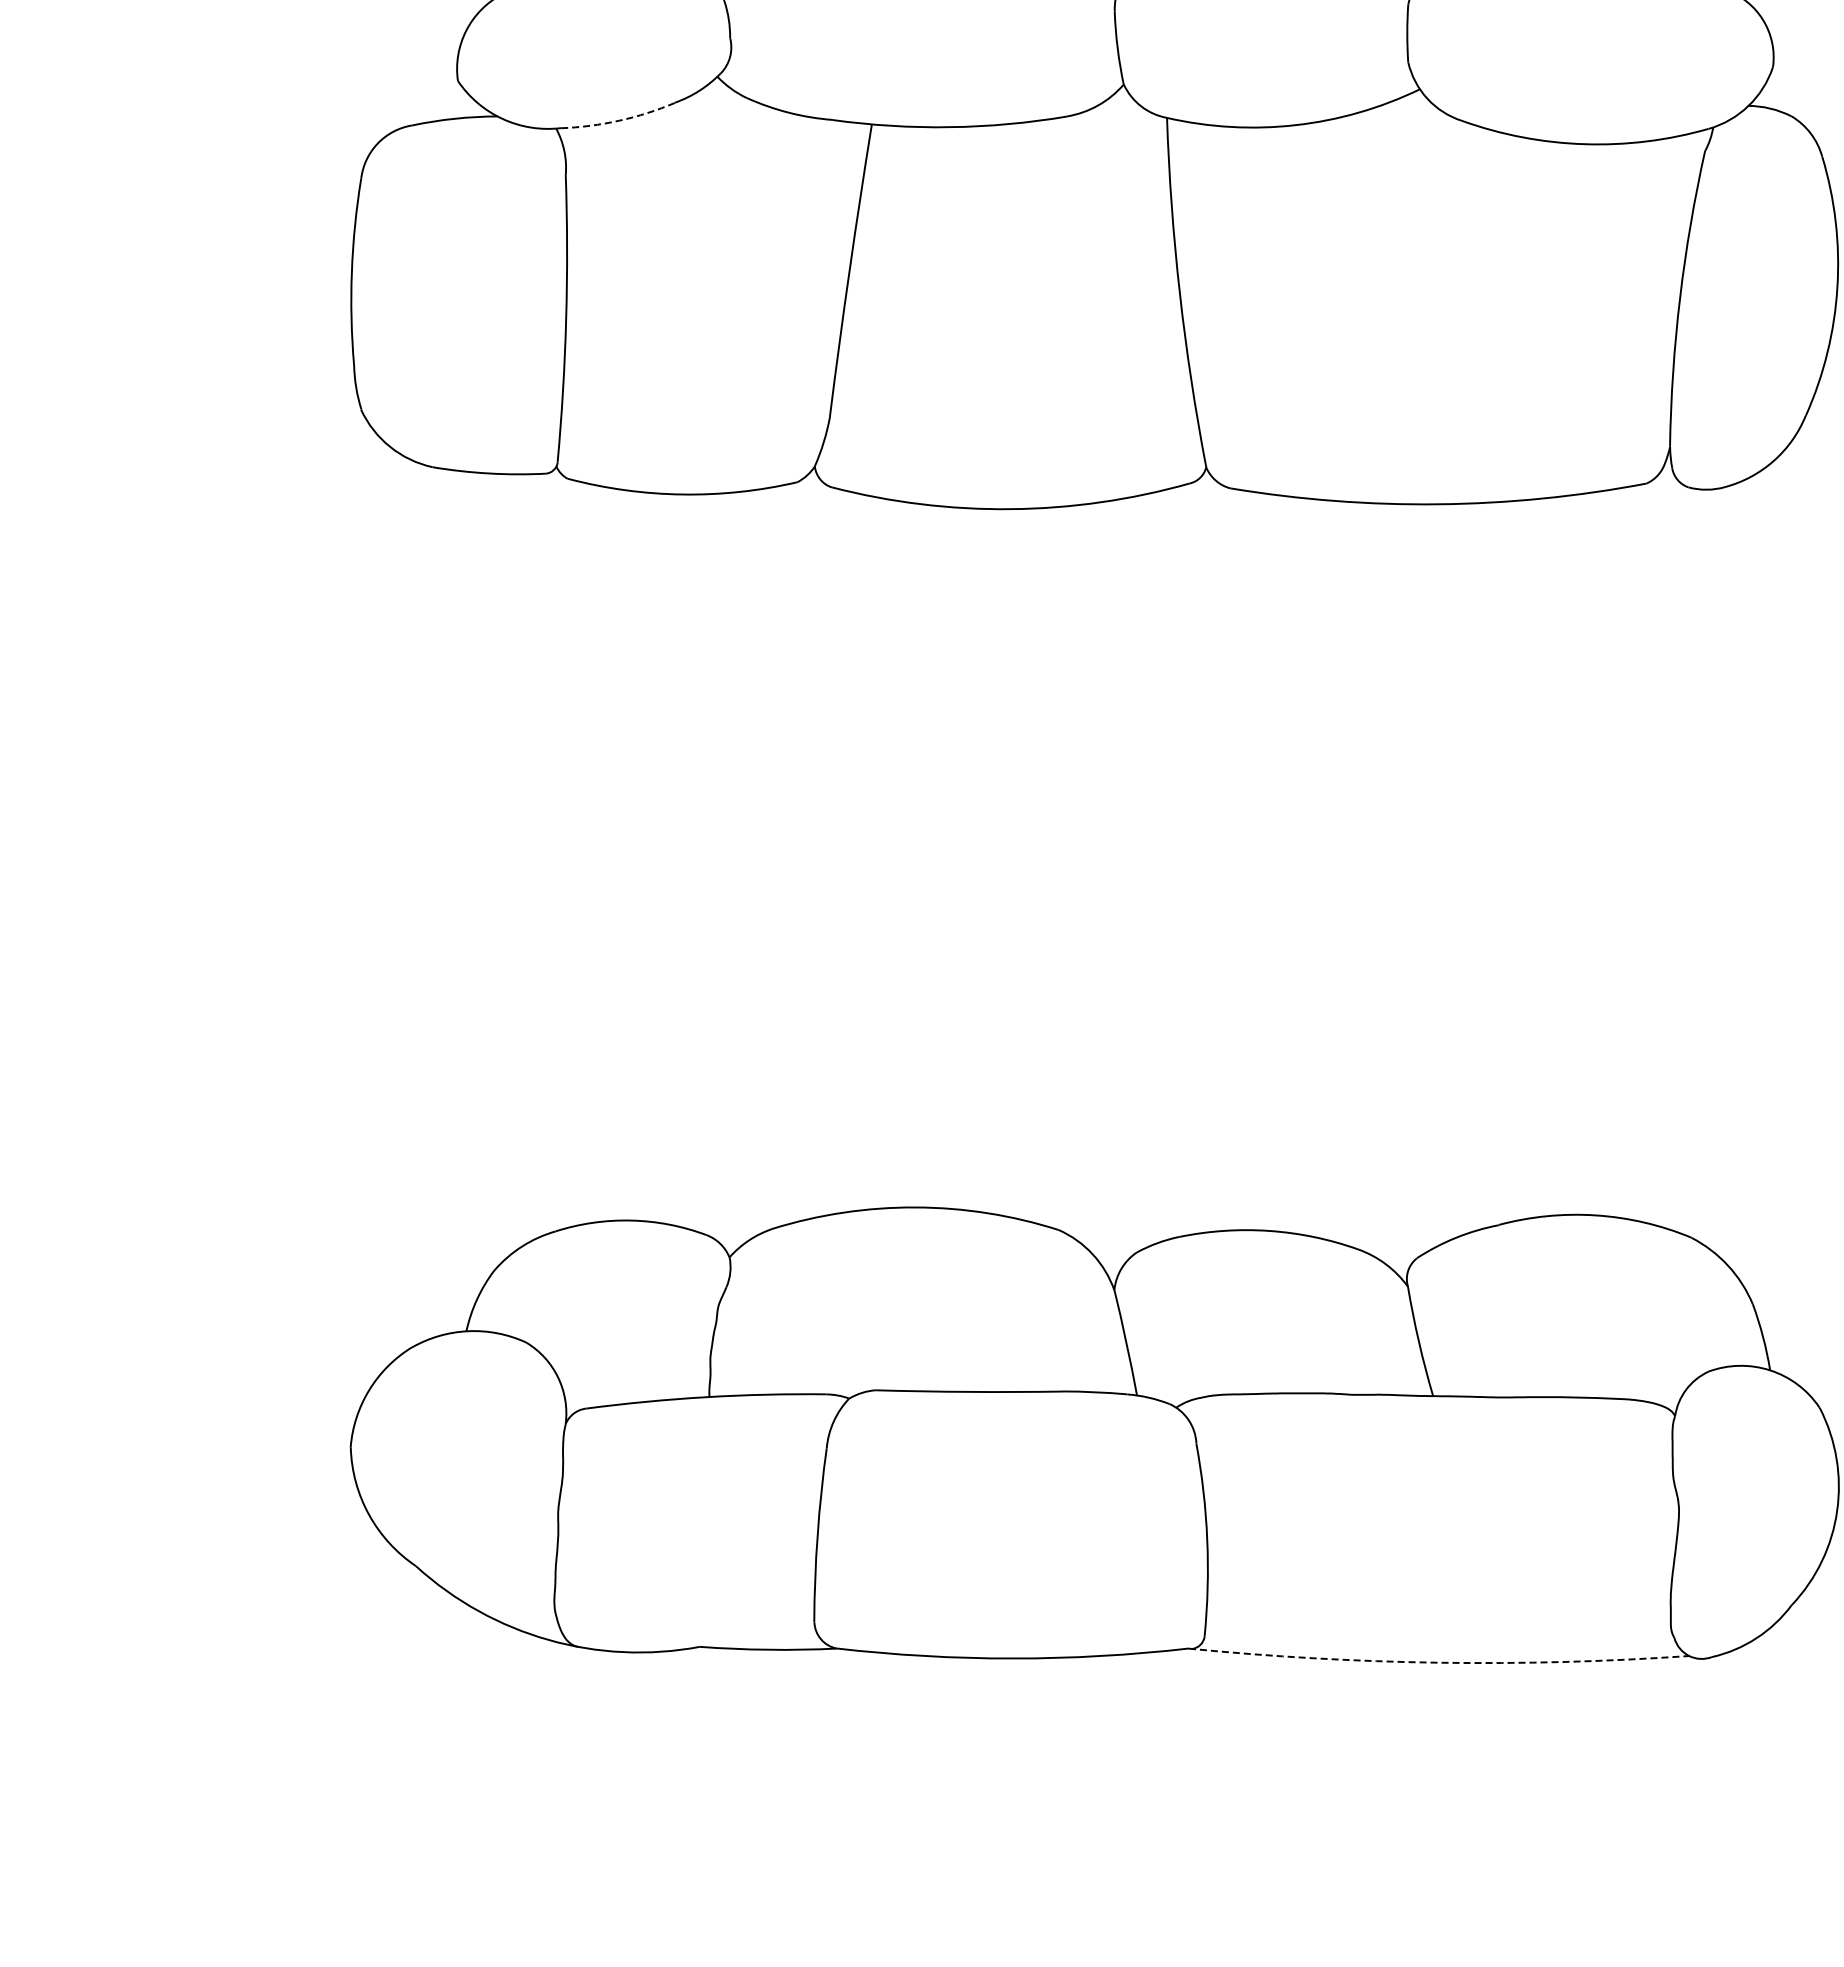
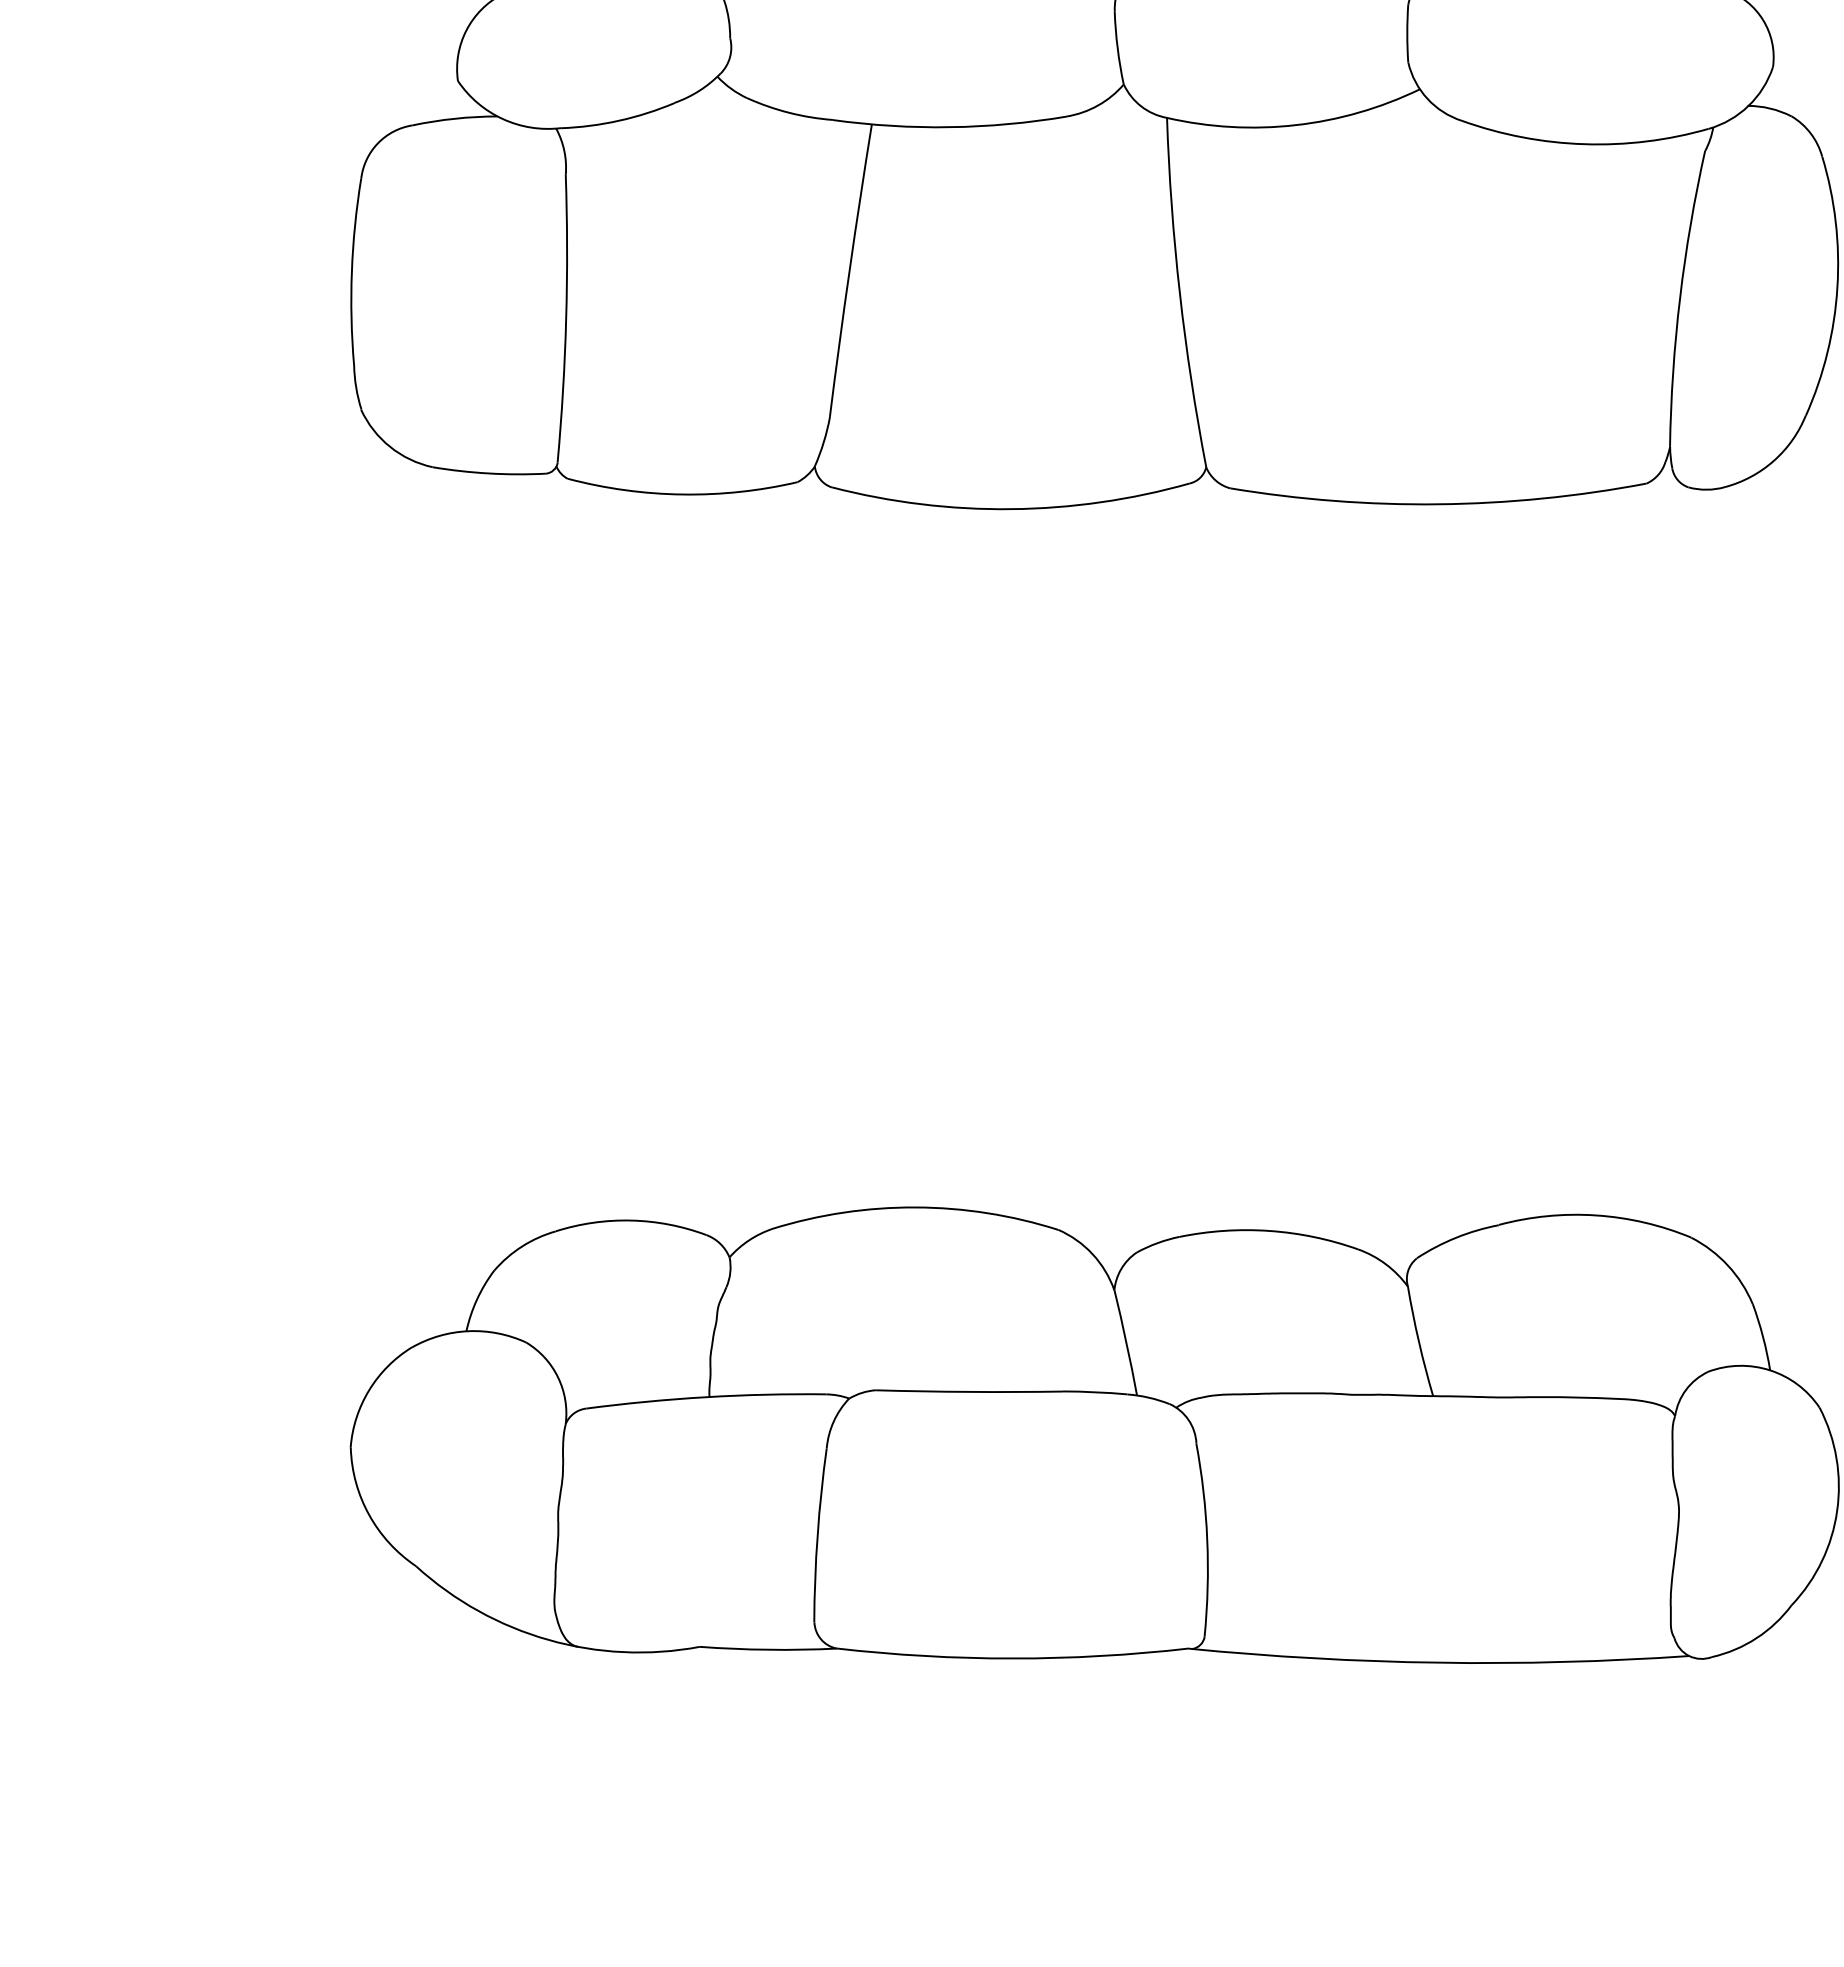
arc at (619, 120): dashed -> solid
arc at (1438, 1662): dashed -> solid
